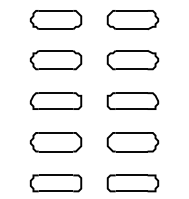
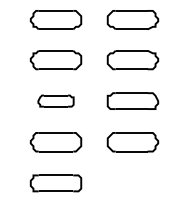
part at (55, 100) size: 54x18 px -> 38x14 px
part at (132, 183): present -> none
